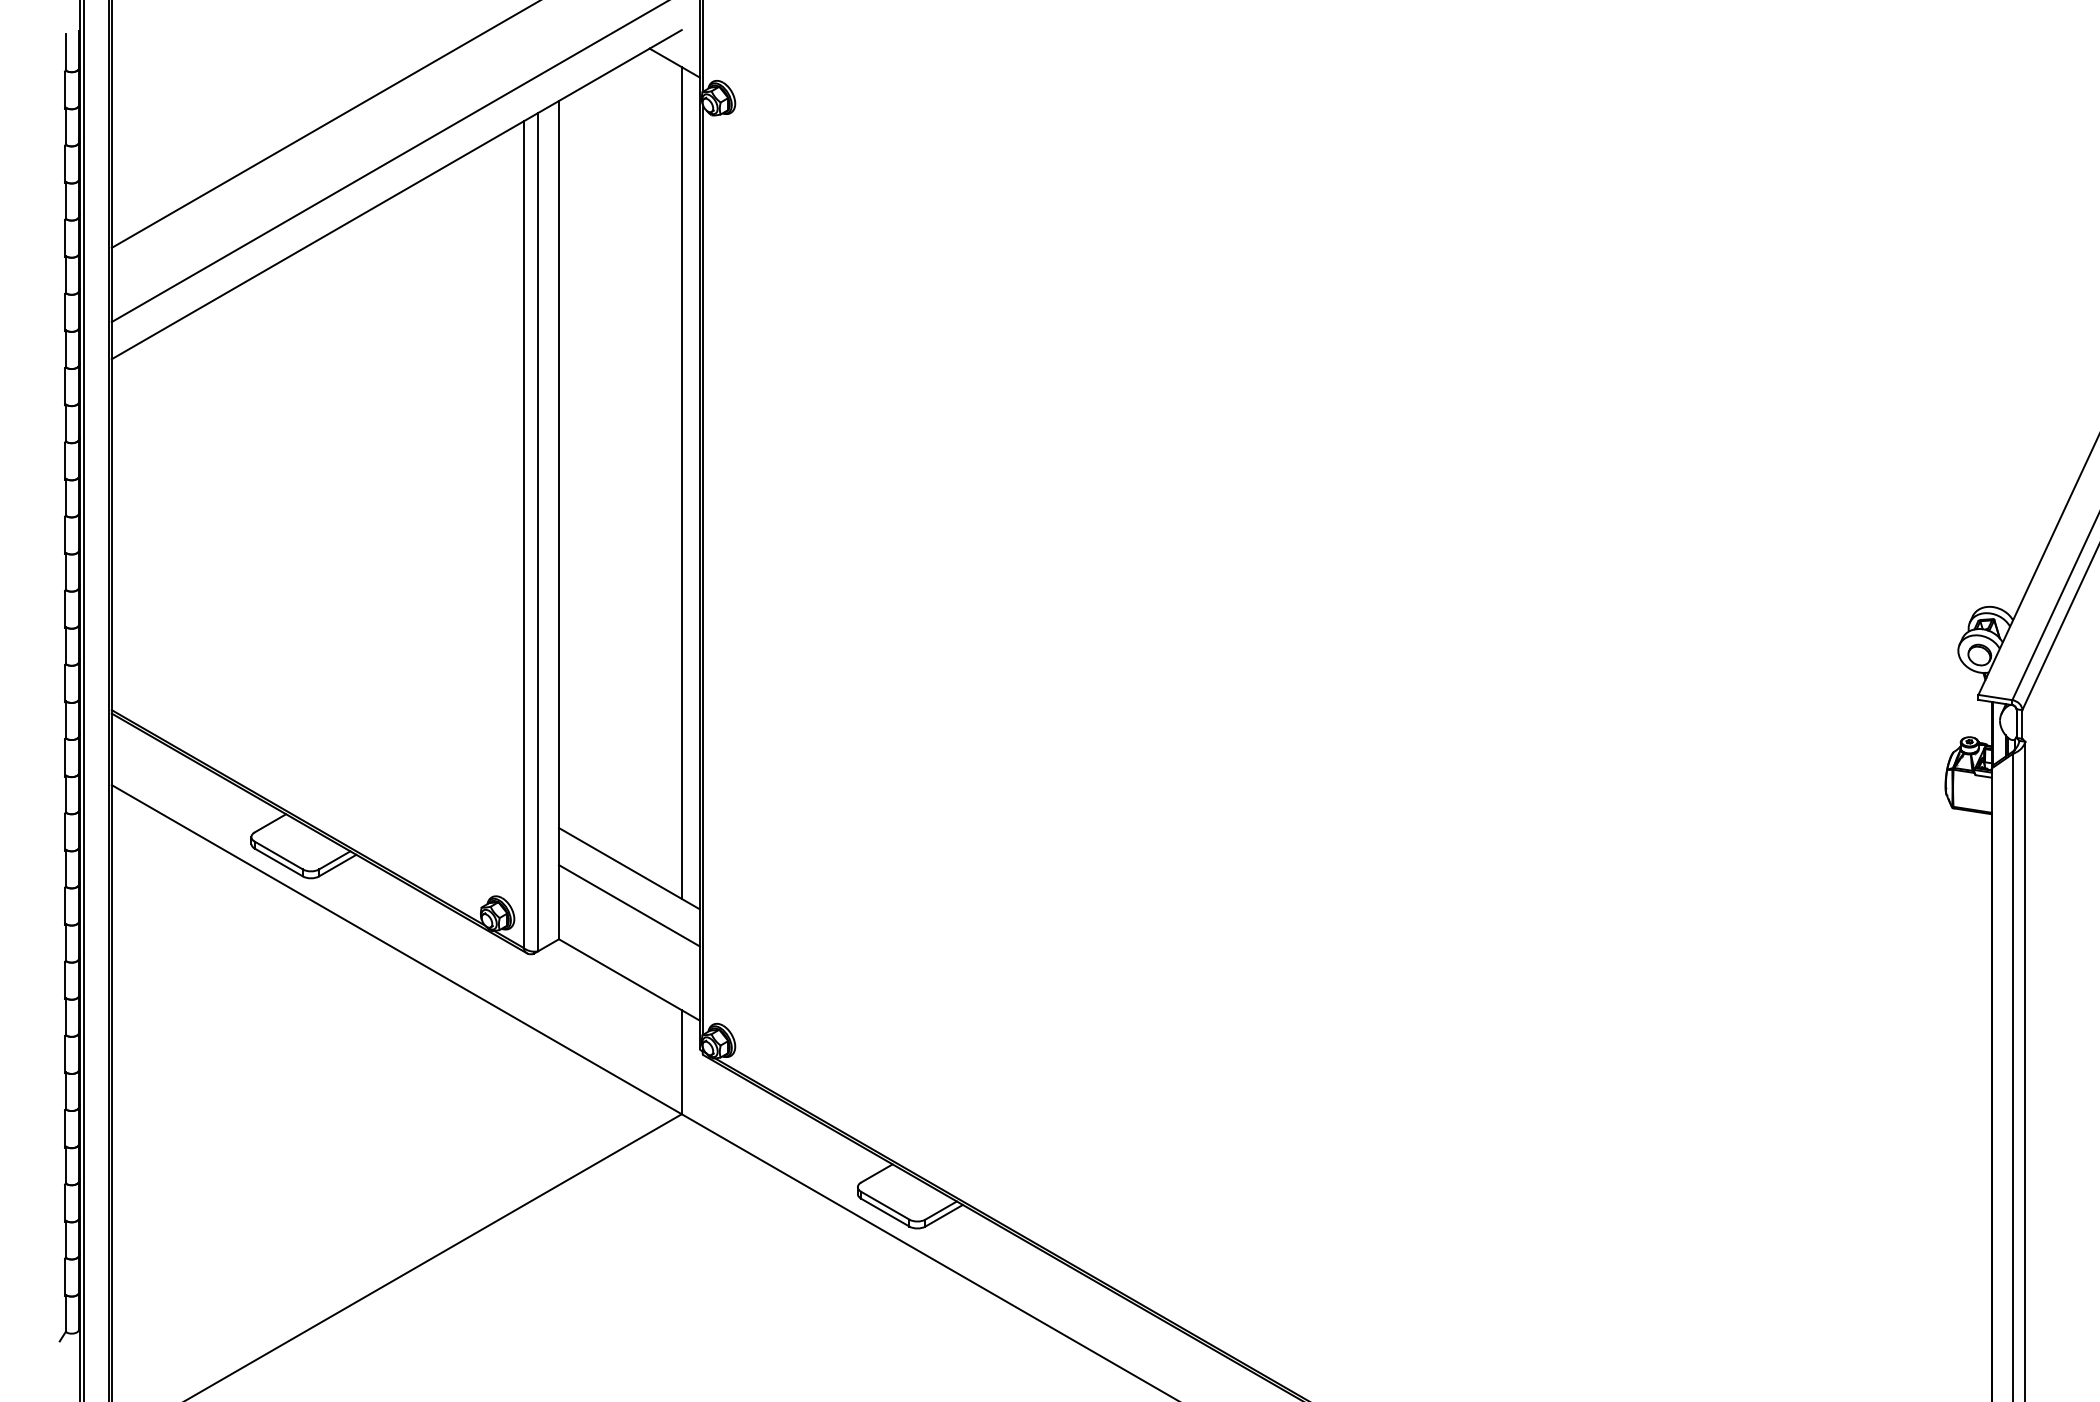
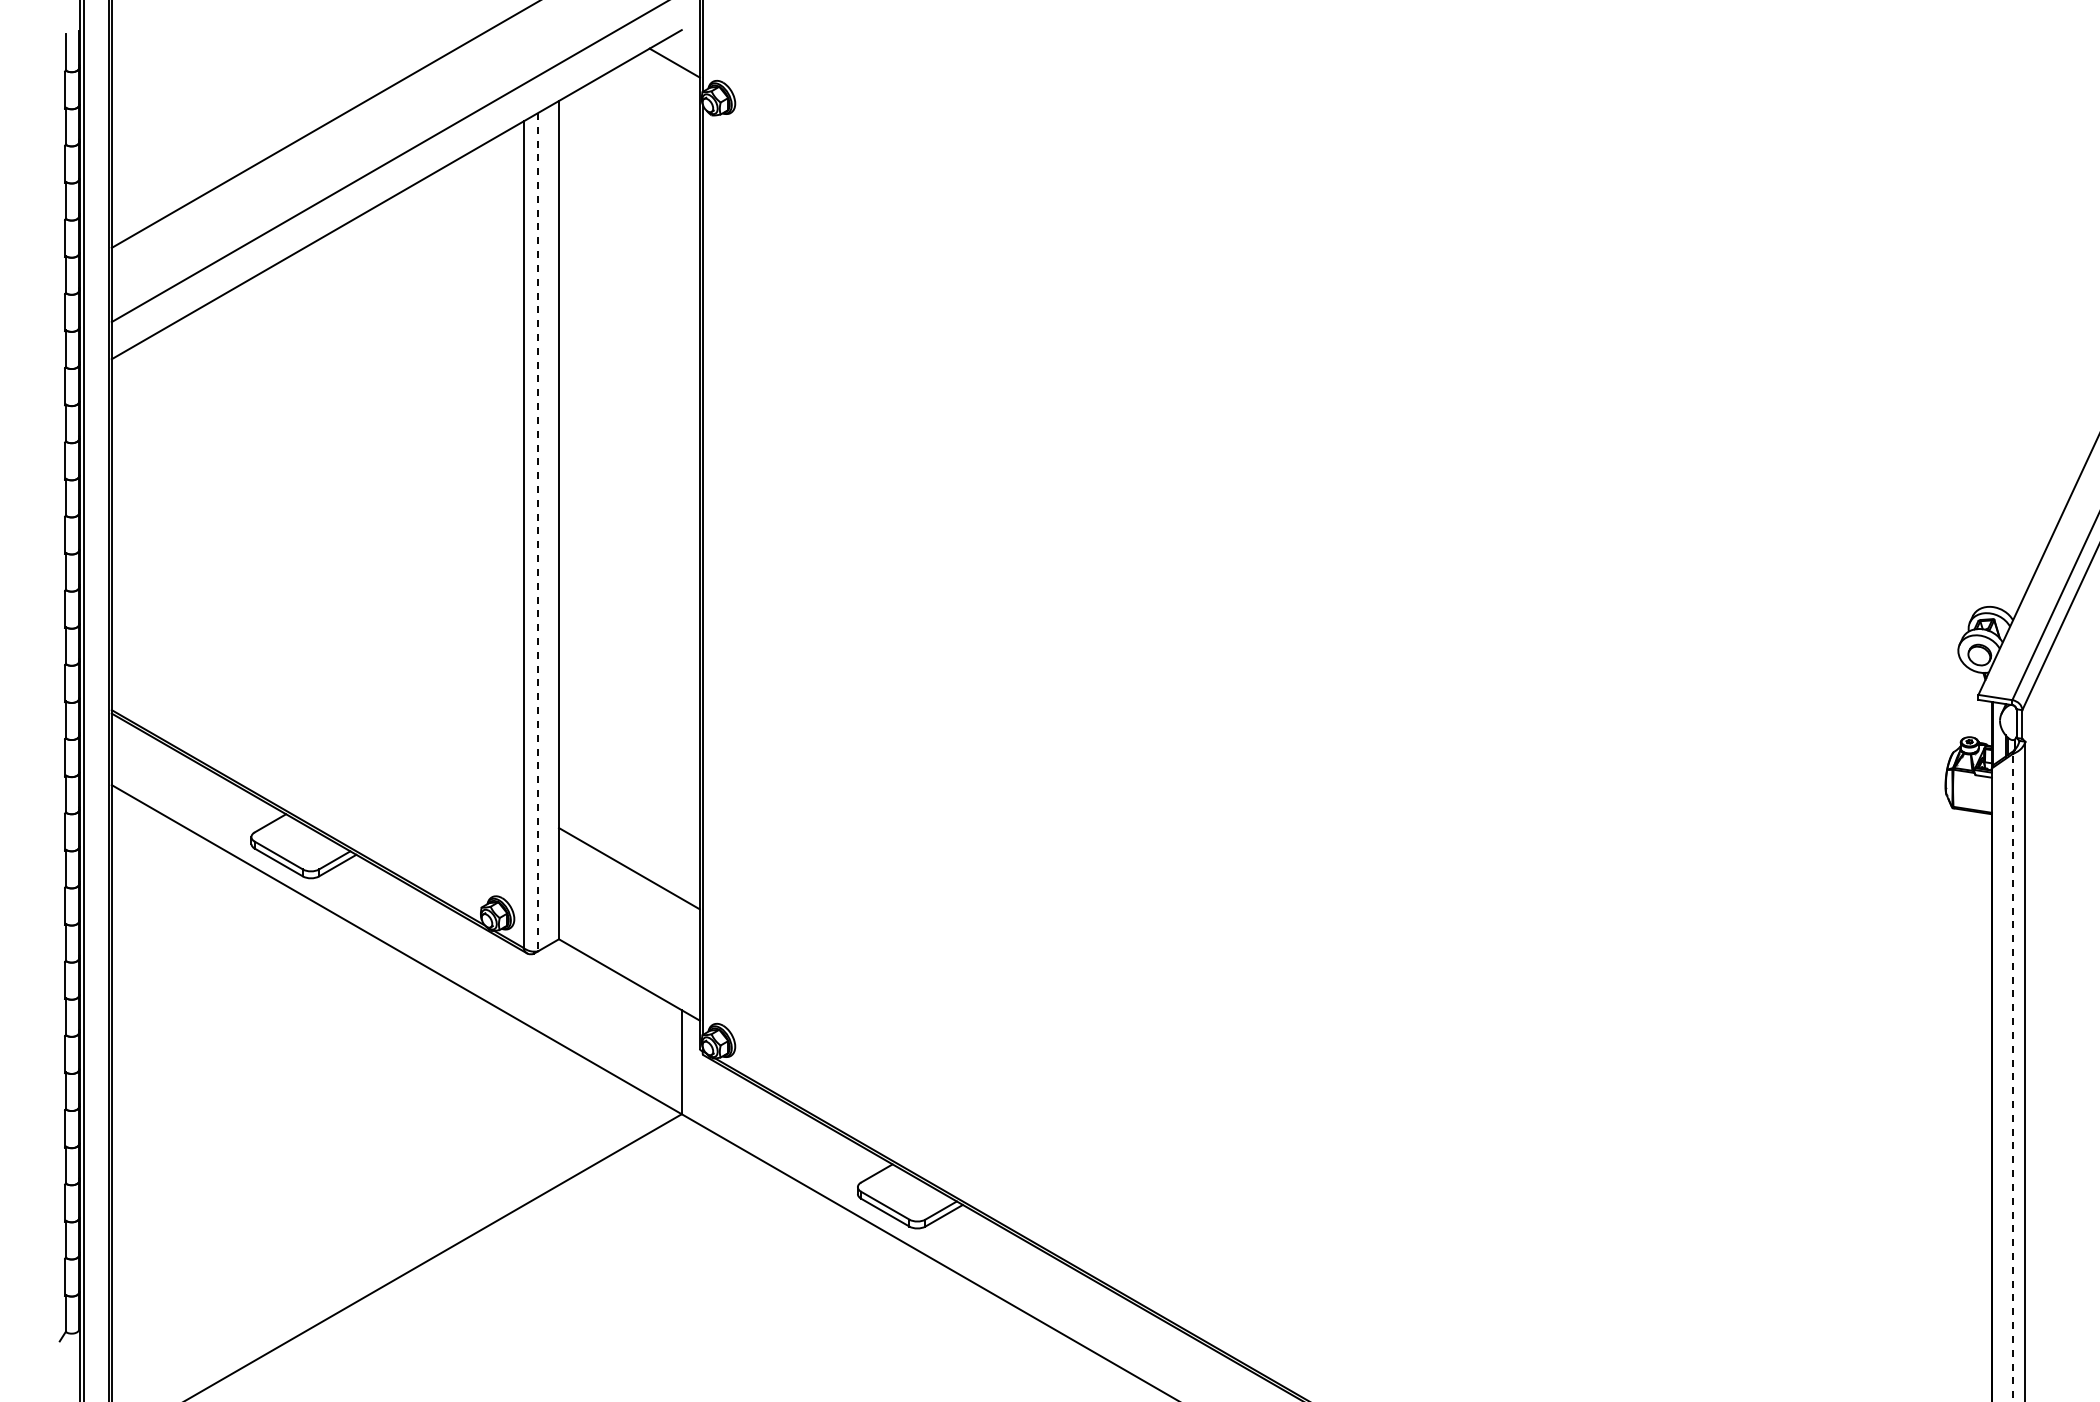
line at (681, 482): present -> none
line at (538, 532): solid -> dashed
line at (628, 905): present -> none
line at (2012, 1078): solid -> dashed
